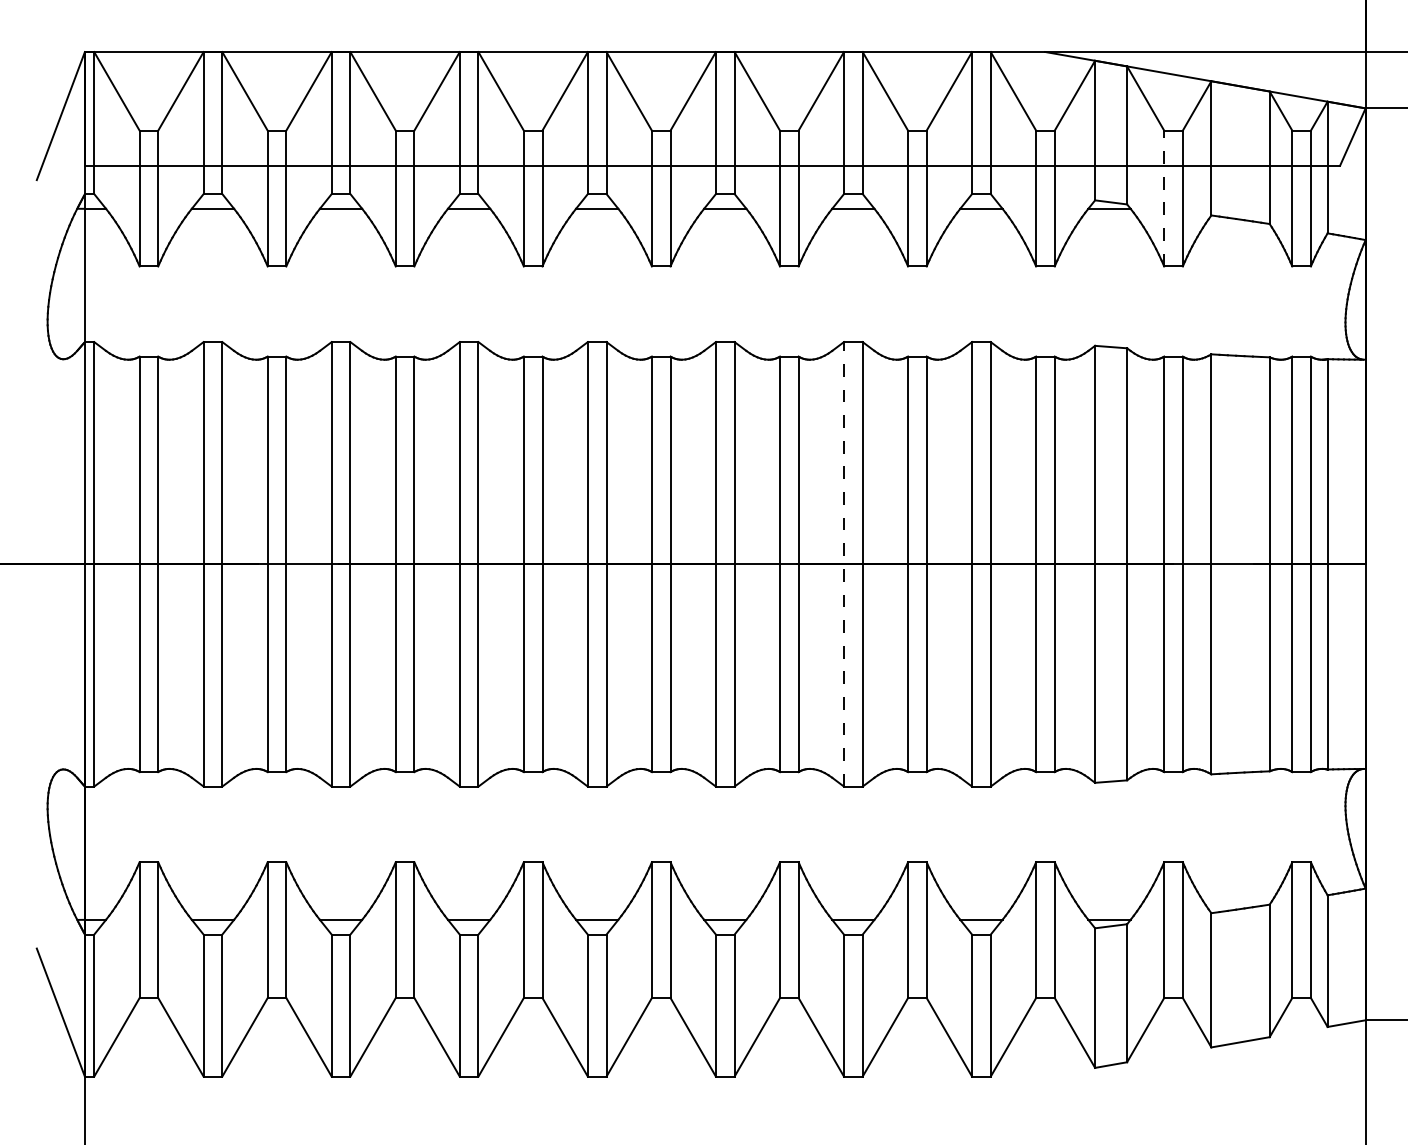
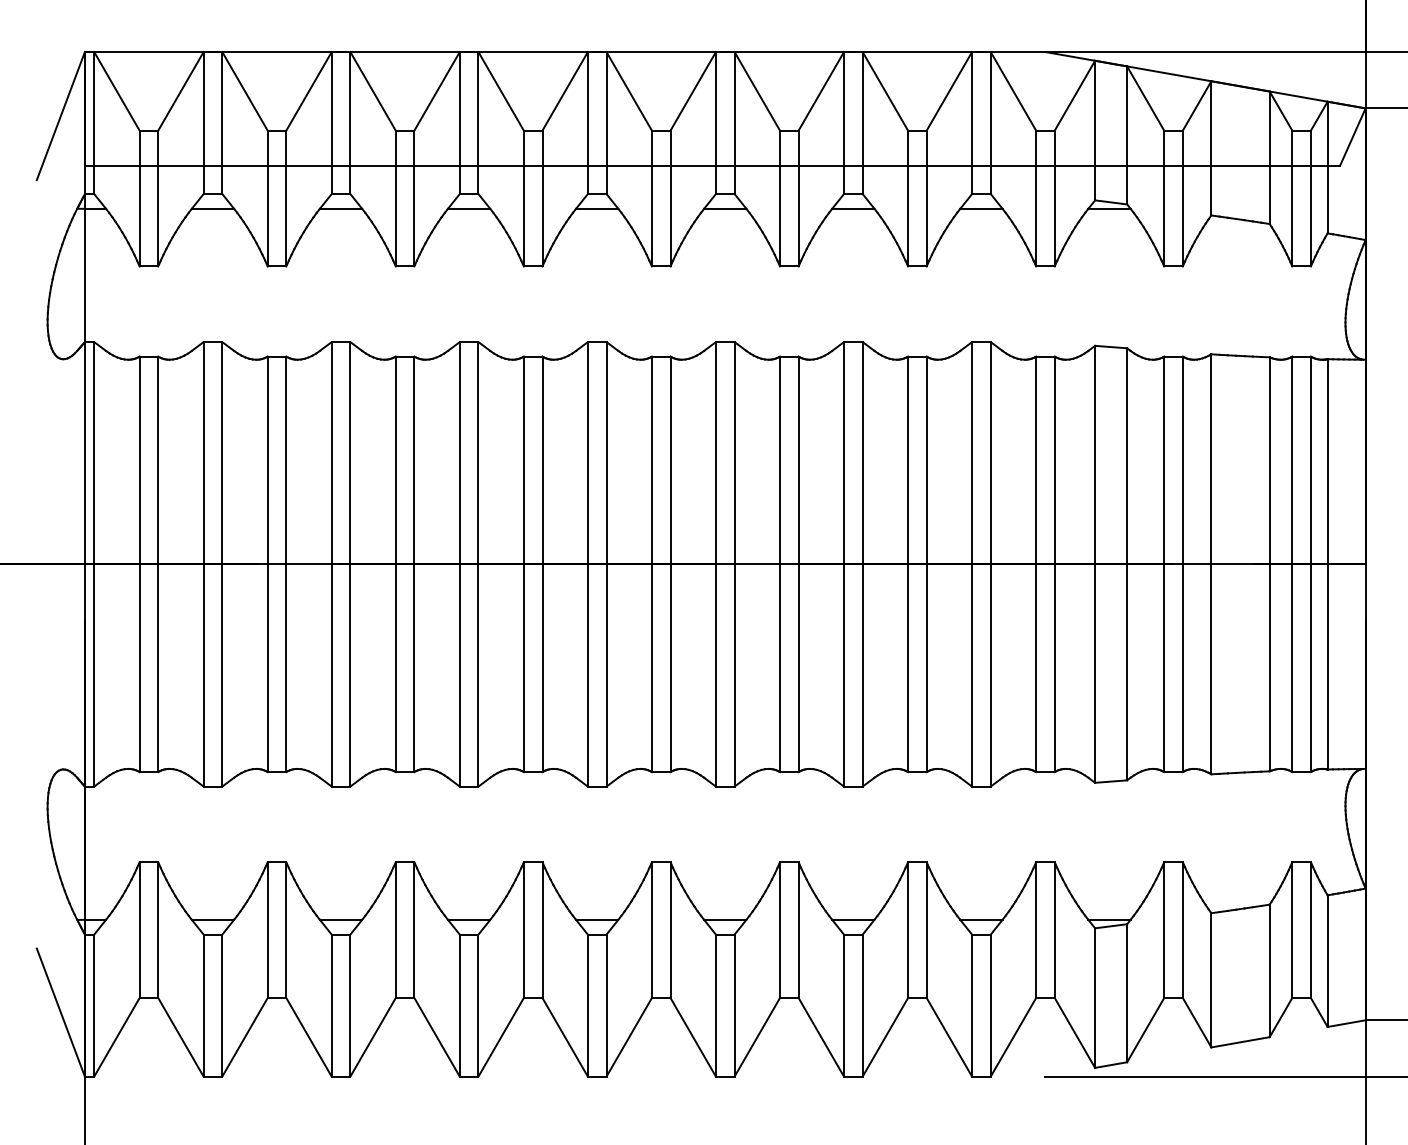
line at (1164, 198): dashed -> solid
line at (844, 563): dashed -> solid
line at (1224, 1076): none -> present
